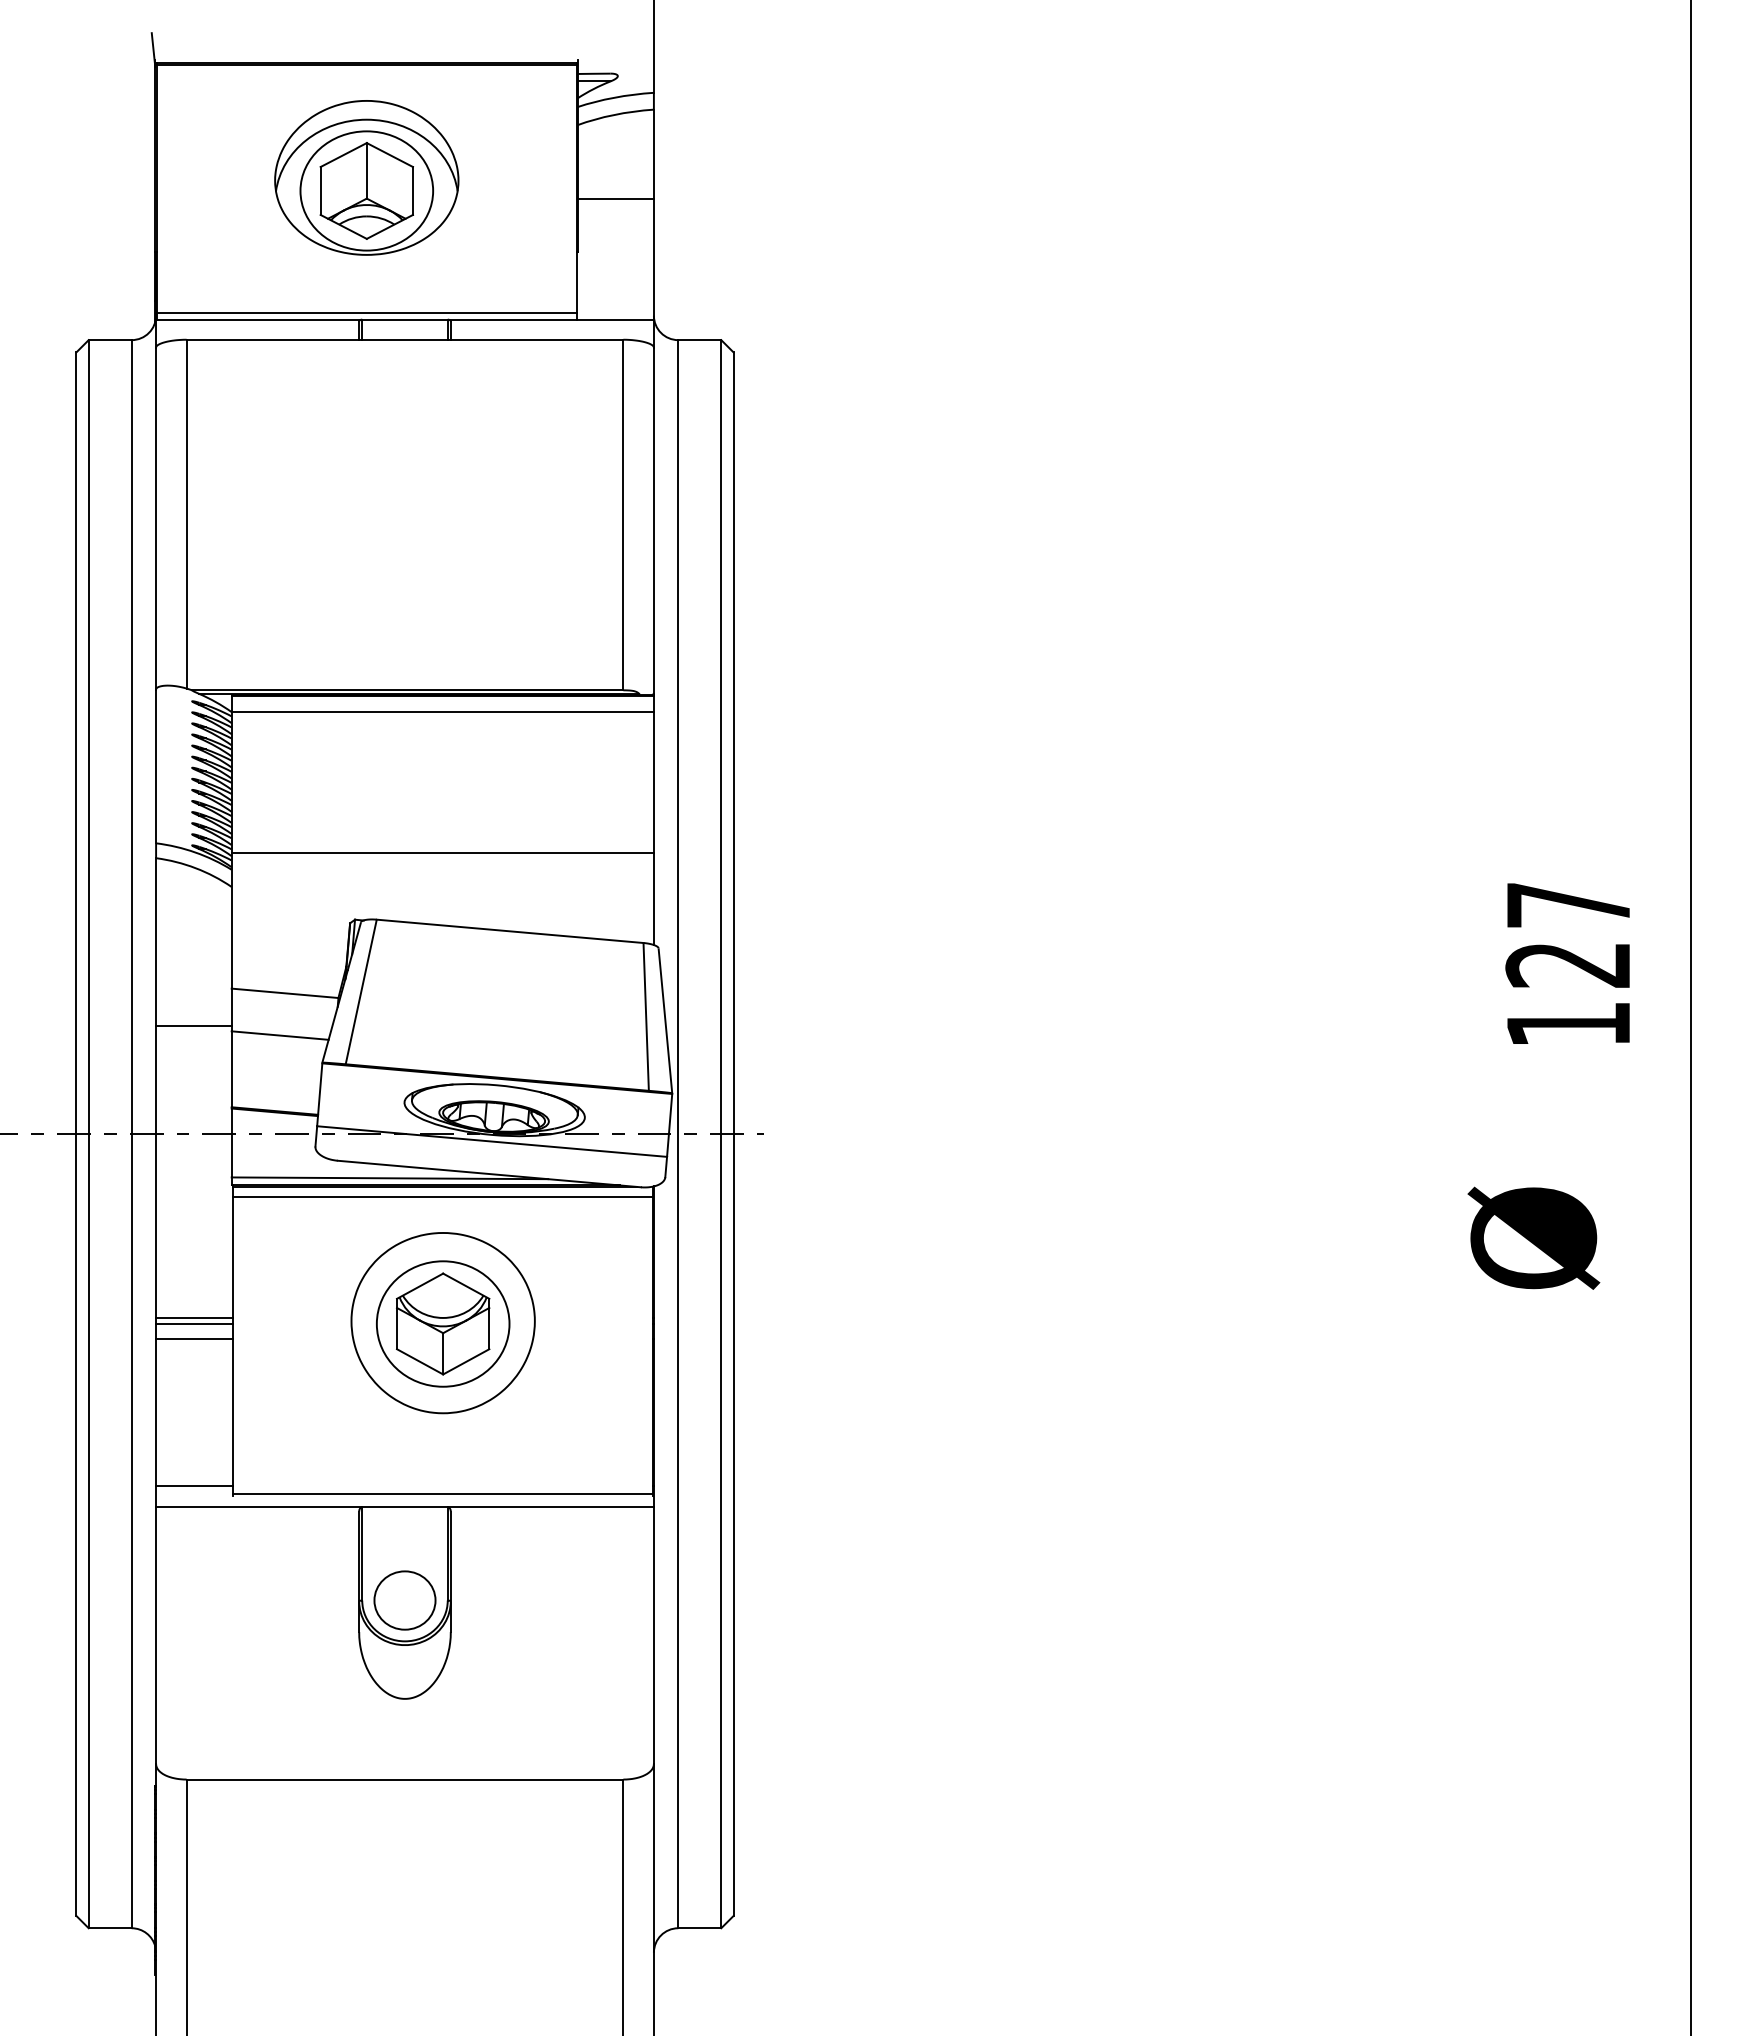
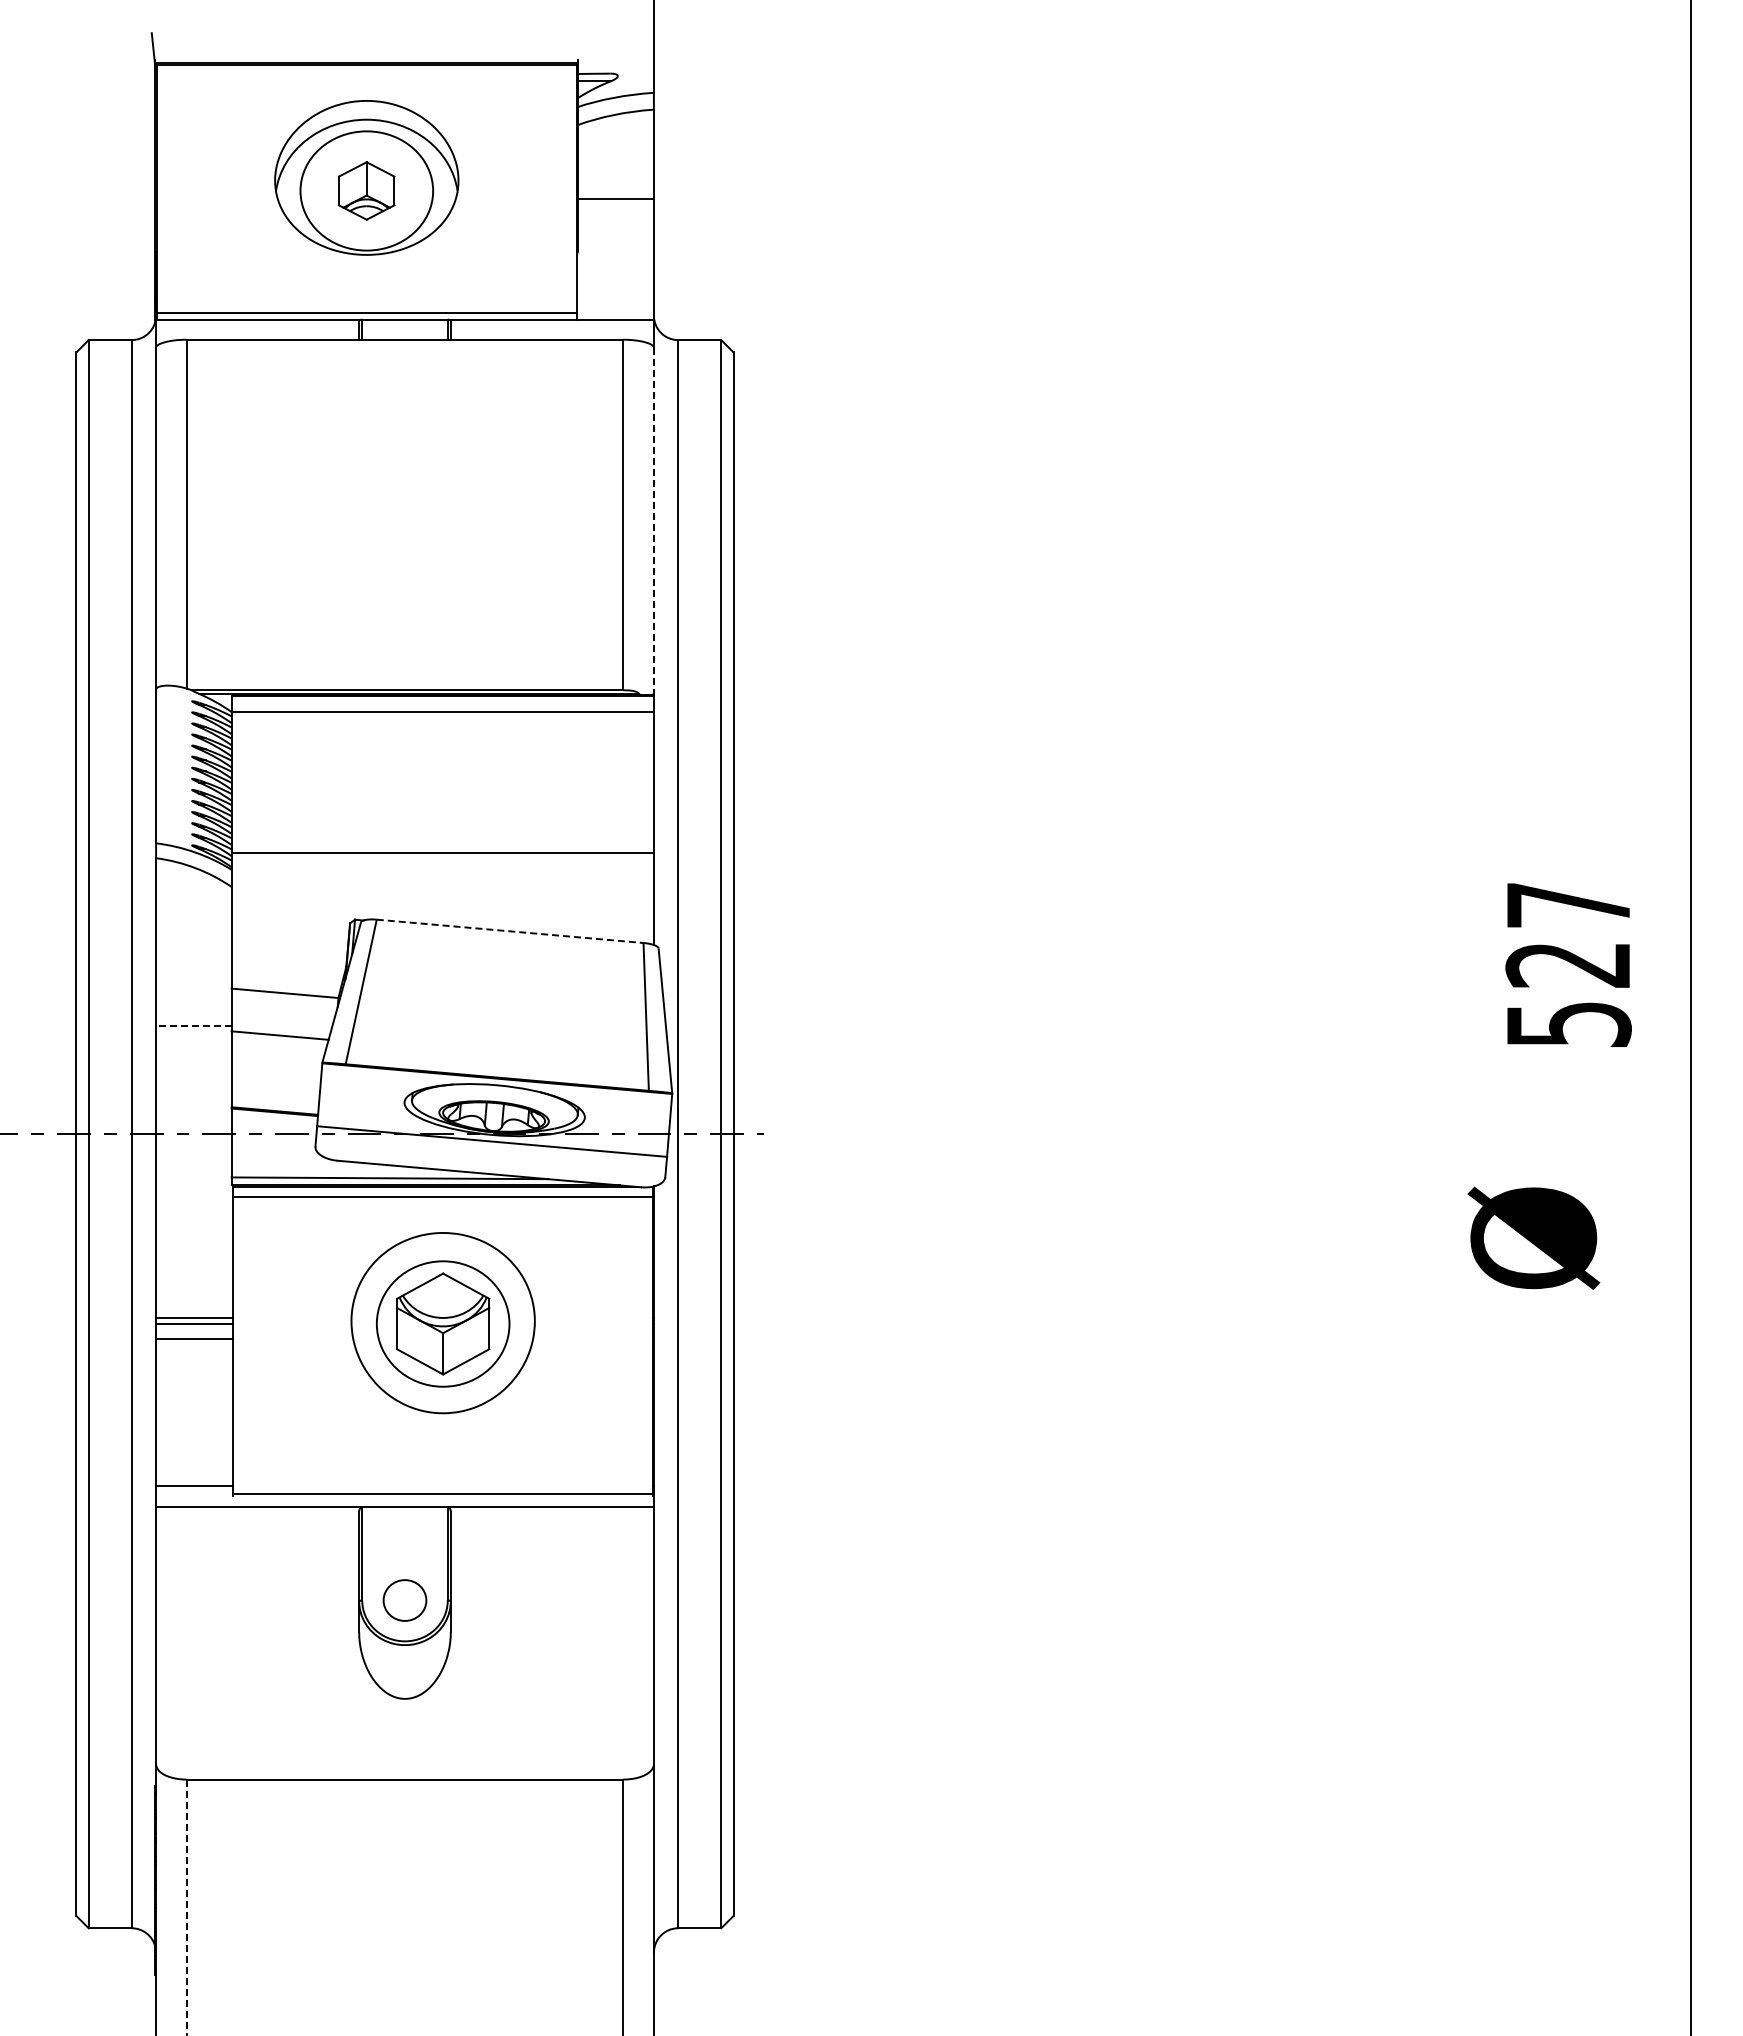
part at (366, 190) size: 95x98 px -> 58x60 px
line at (653, 521): solid -> dashed
line at (510, 931): solid -> dashed
text at (1569, 1024): 127 -> 527
line at (193, 1026): solid -> dashed
part at (404, 1600) size: 64x61 px -> 46x43 px
line at (186, 1907): solid -> dashed
